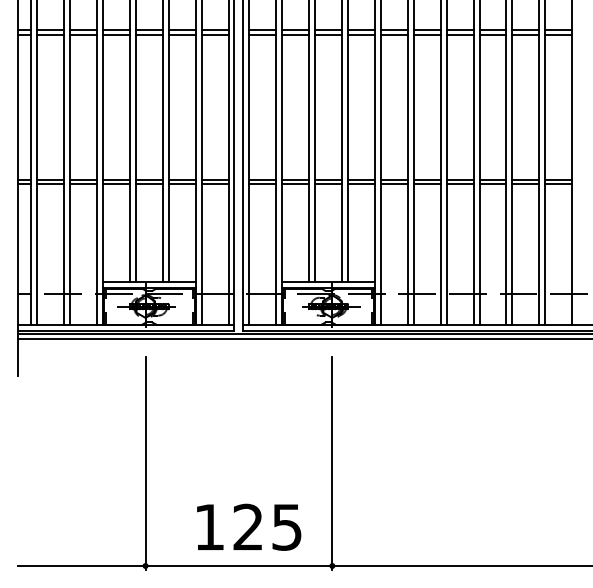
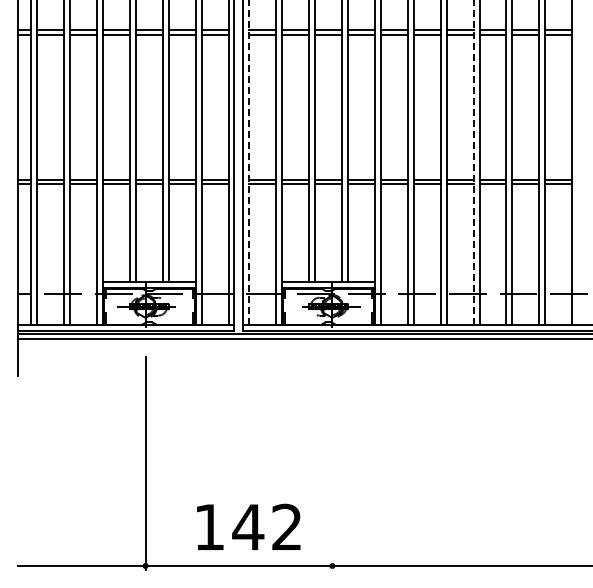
line at (249, 162): solid -> dashed
line at (473, 162): solid -> dashed
line at (332, 463): present -> none
text at (266, 526): 125 -> 142
